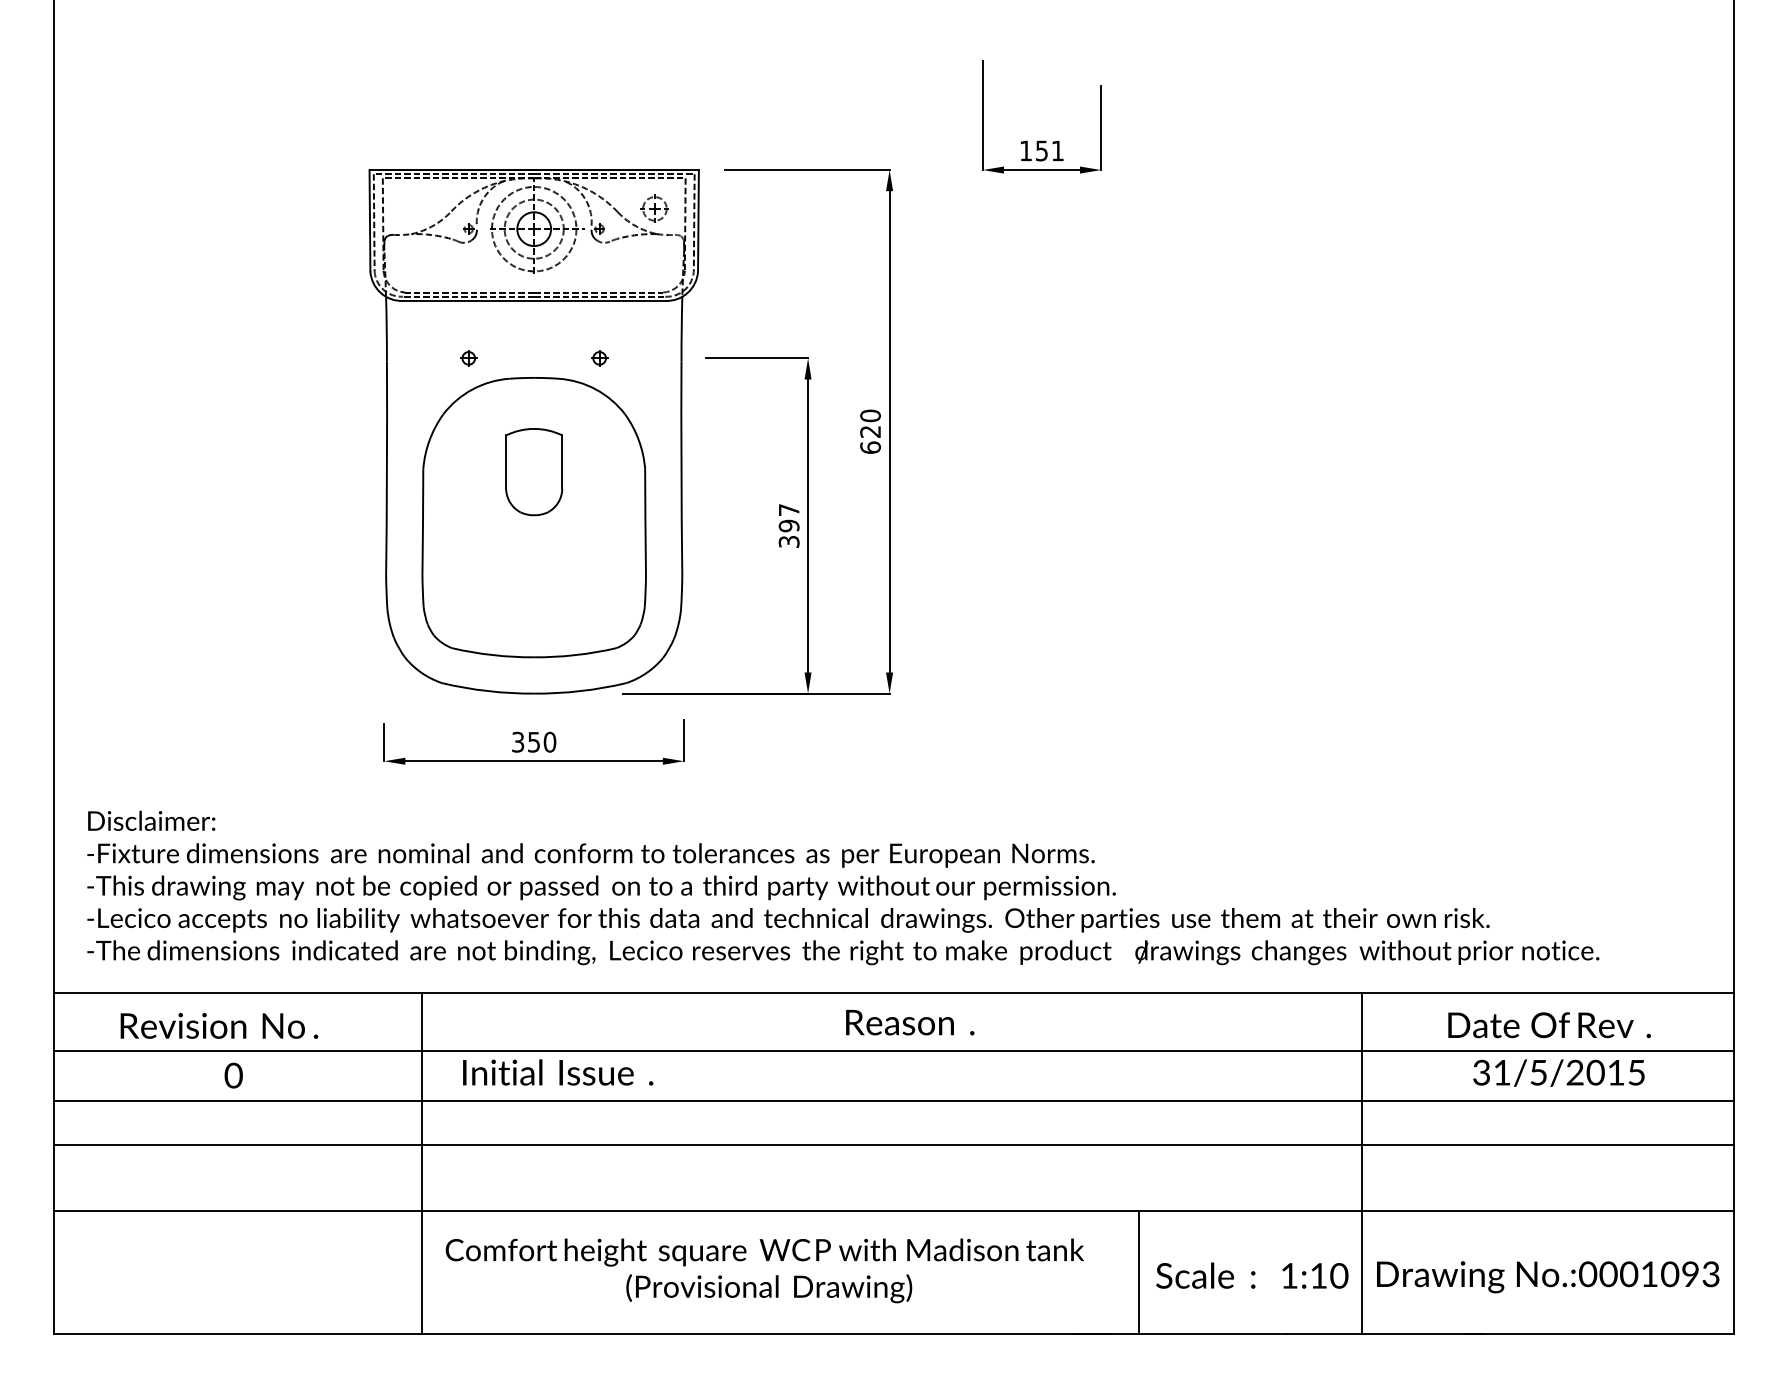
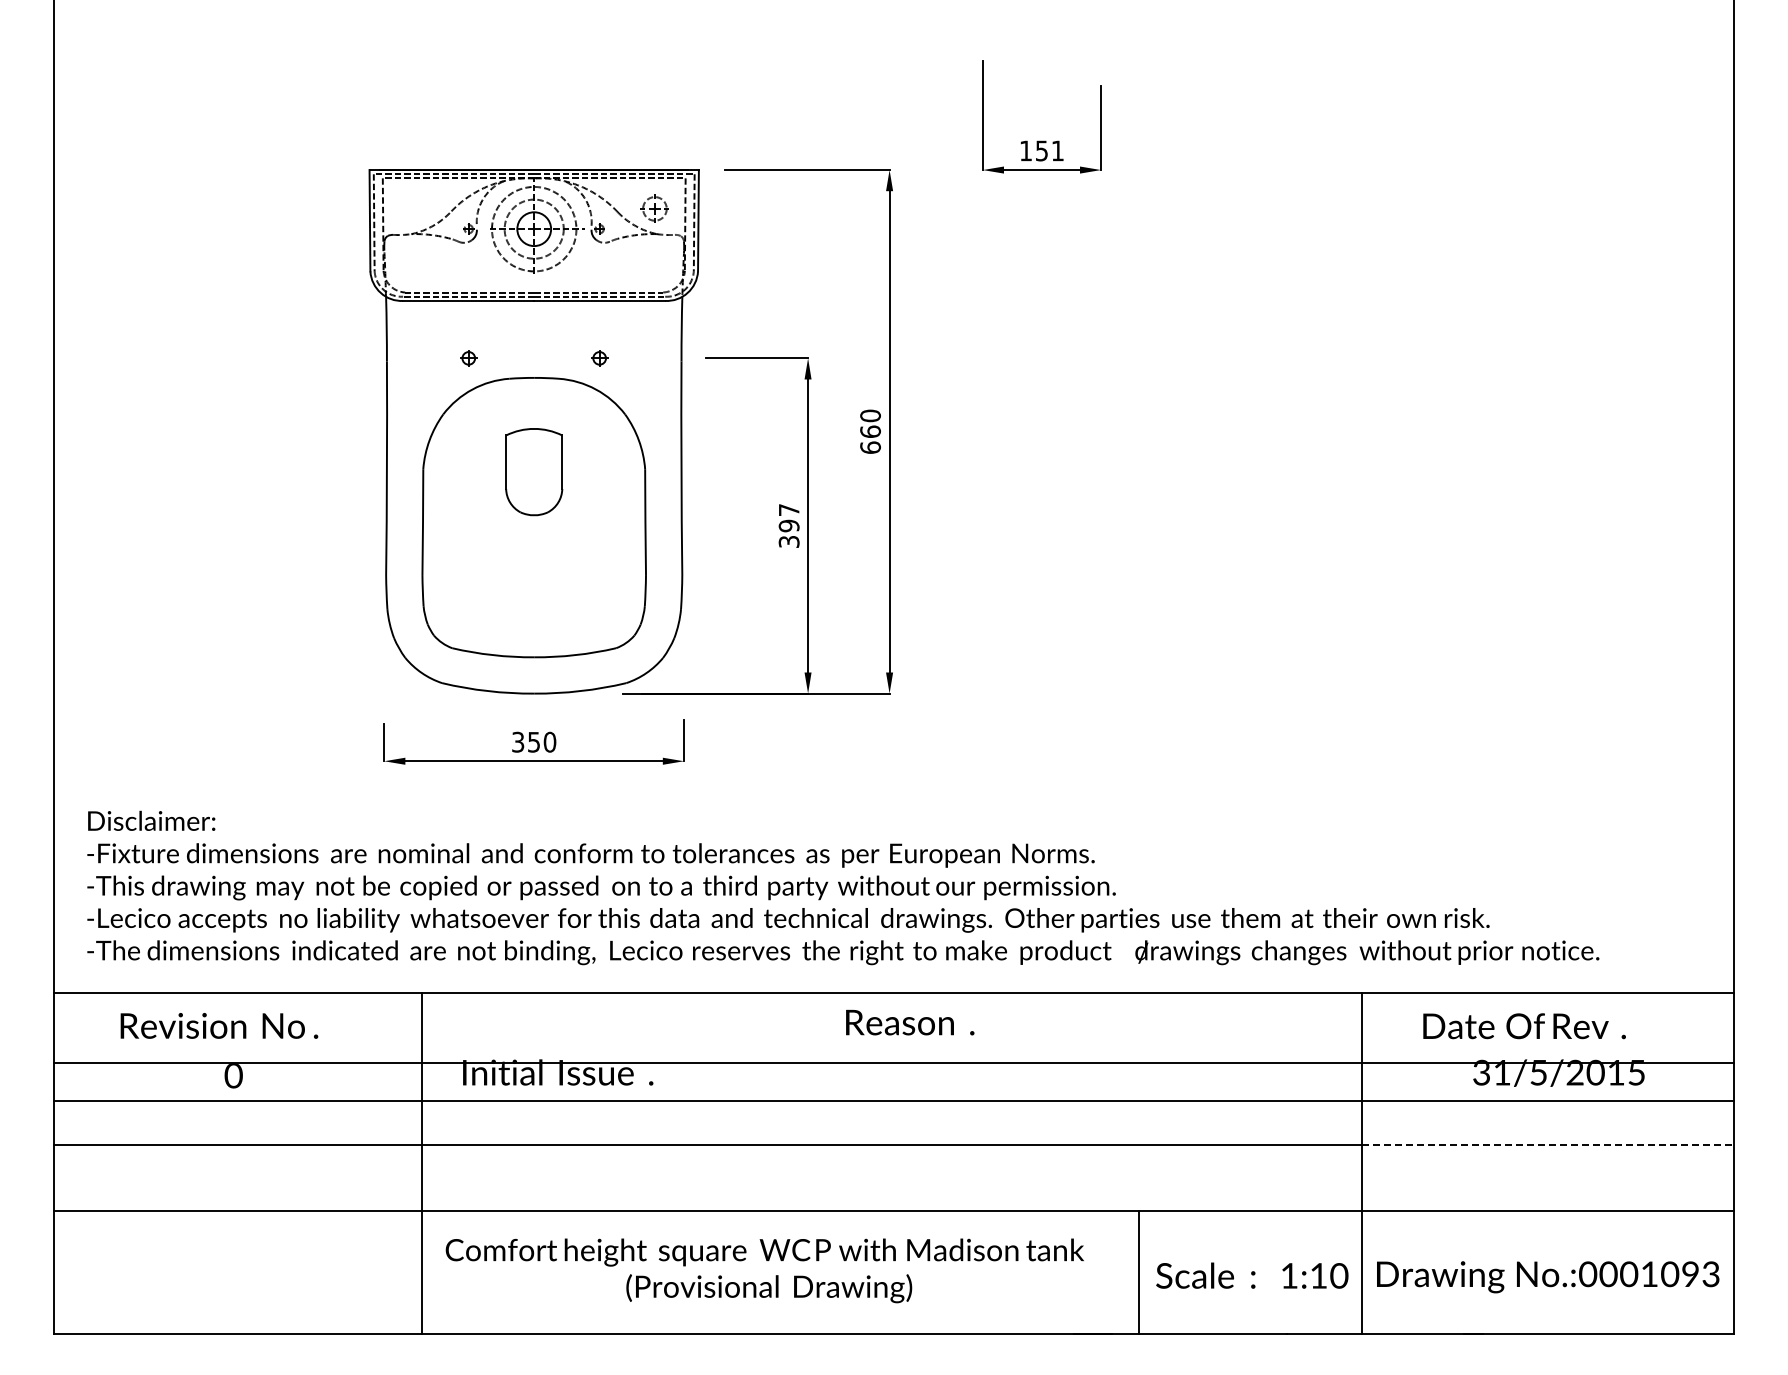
text at (870, 431): 620 -> 660
text at (1549, 1025) position: (1549, 1025) -> (1524, 1026)
line at (893, 1050) position: (893, 1050) -> (893, 1062)
line at (1548, 1145): solid -> dashed
